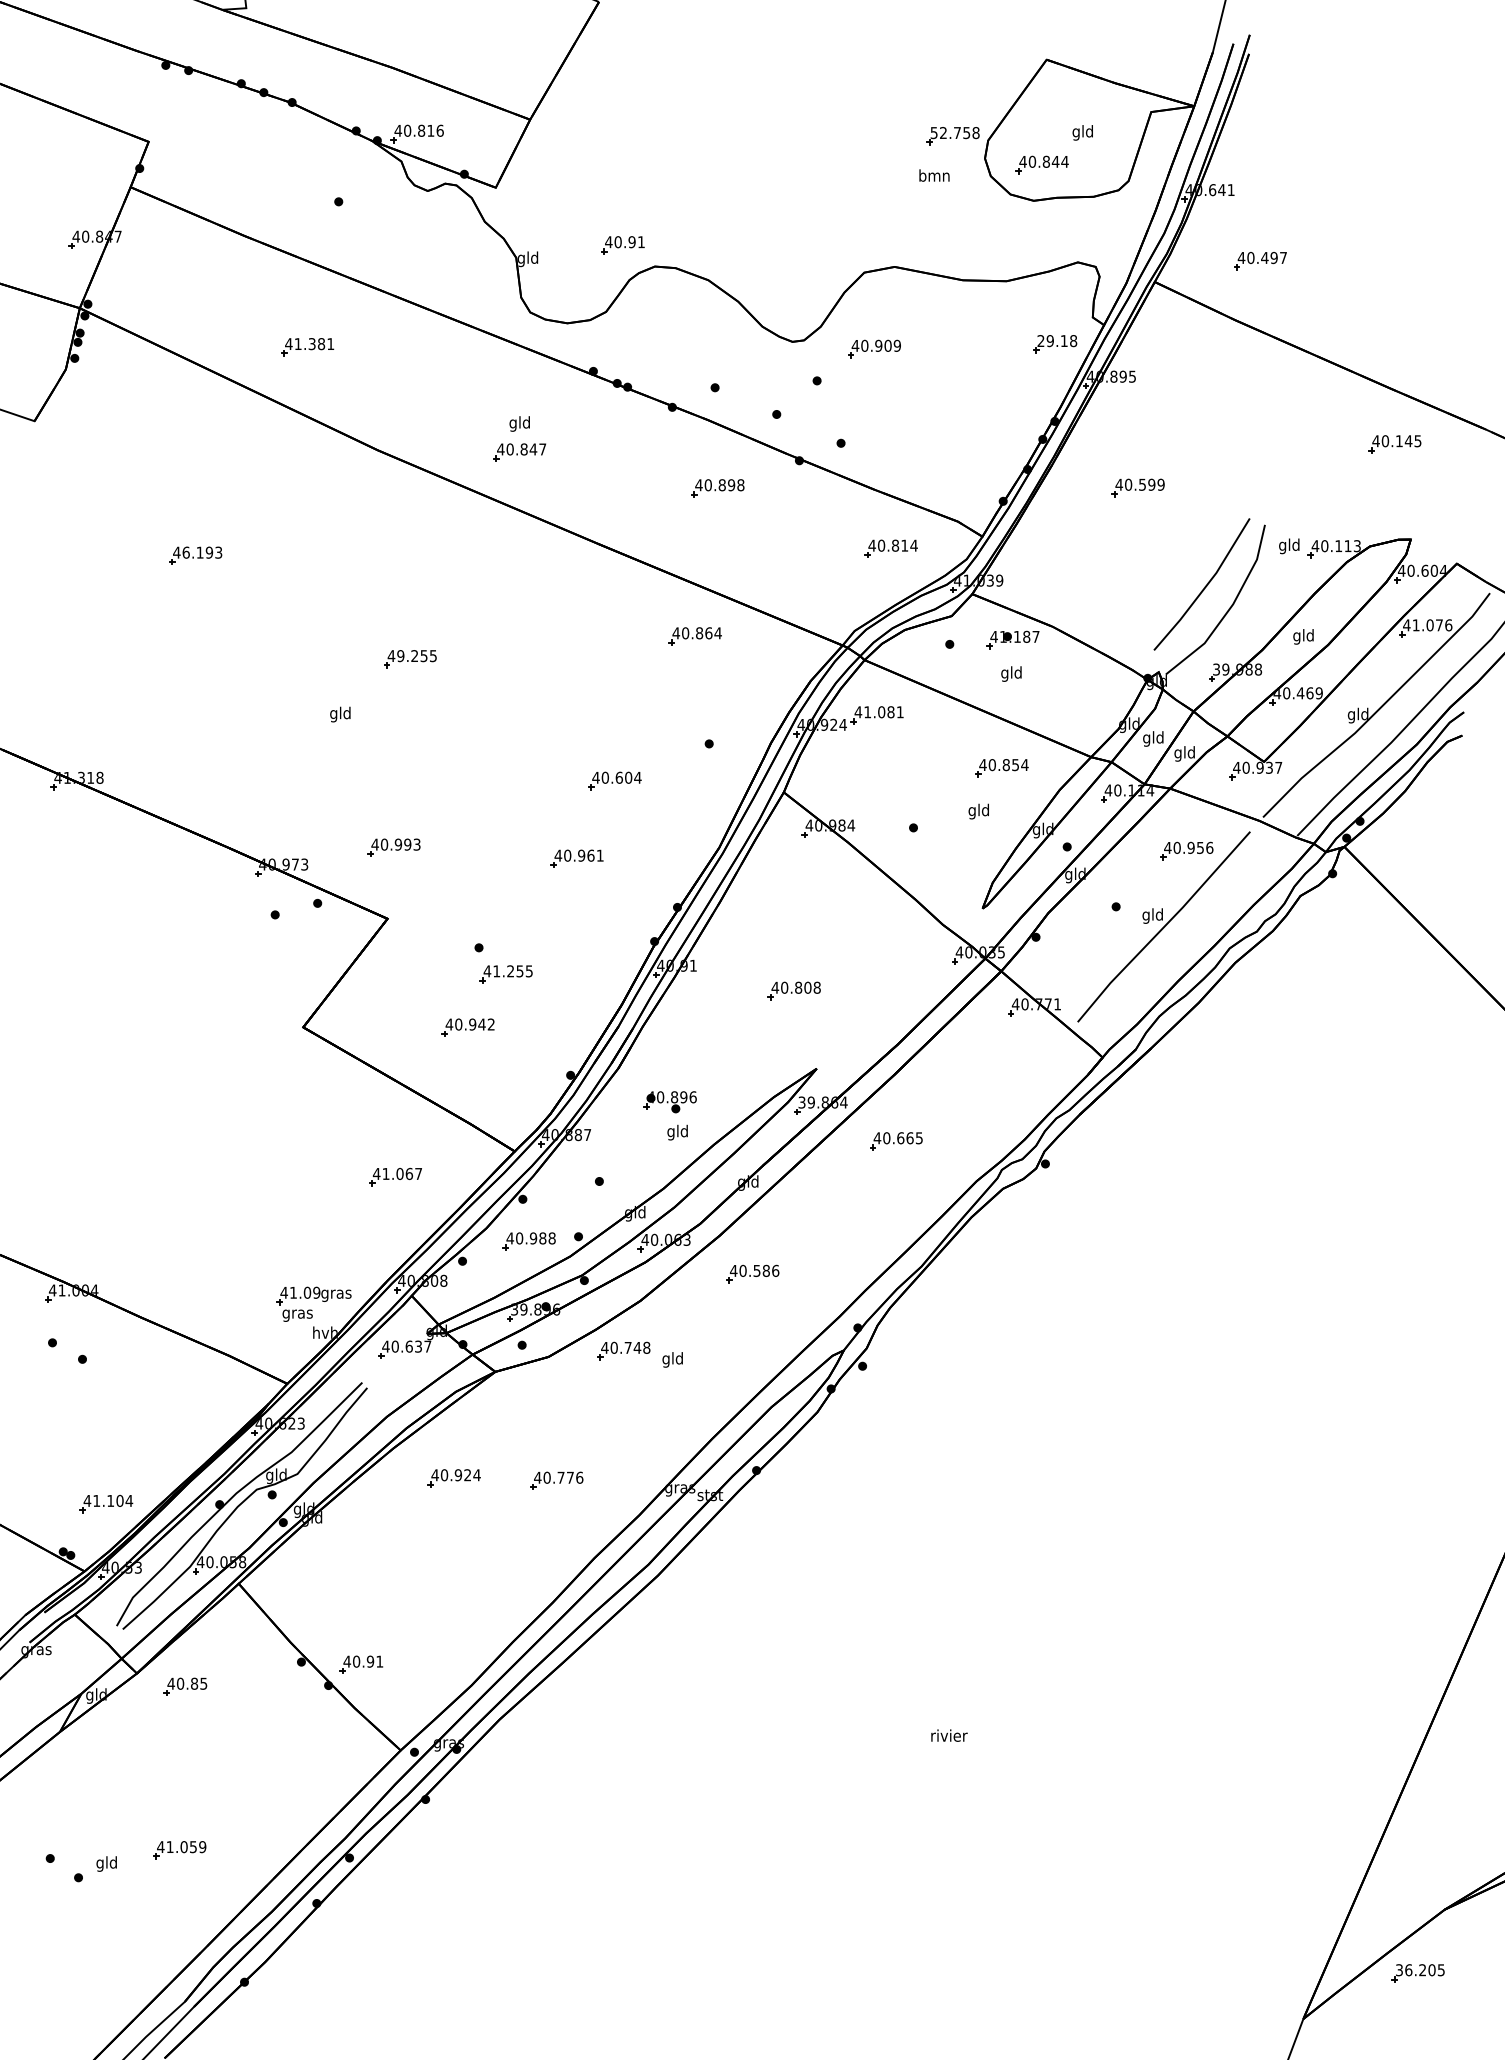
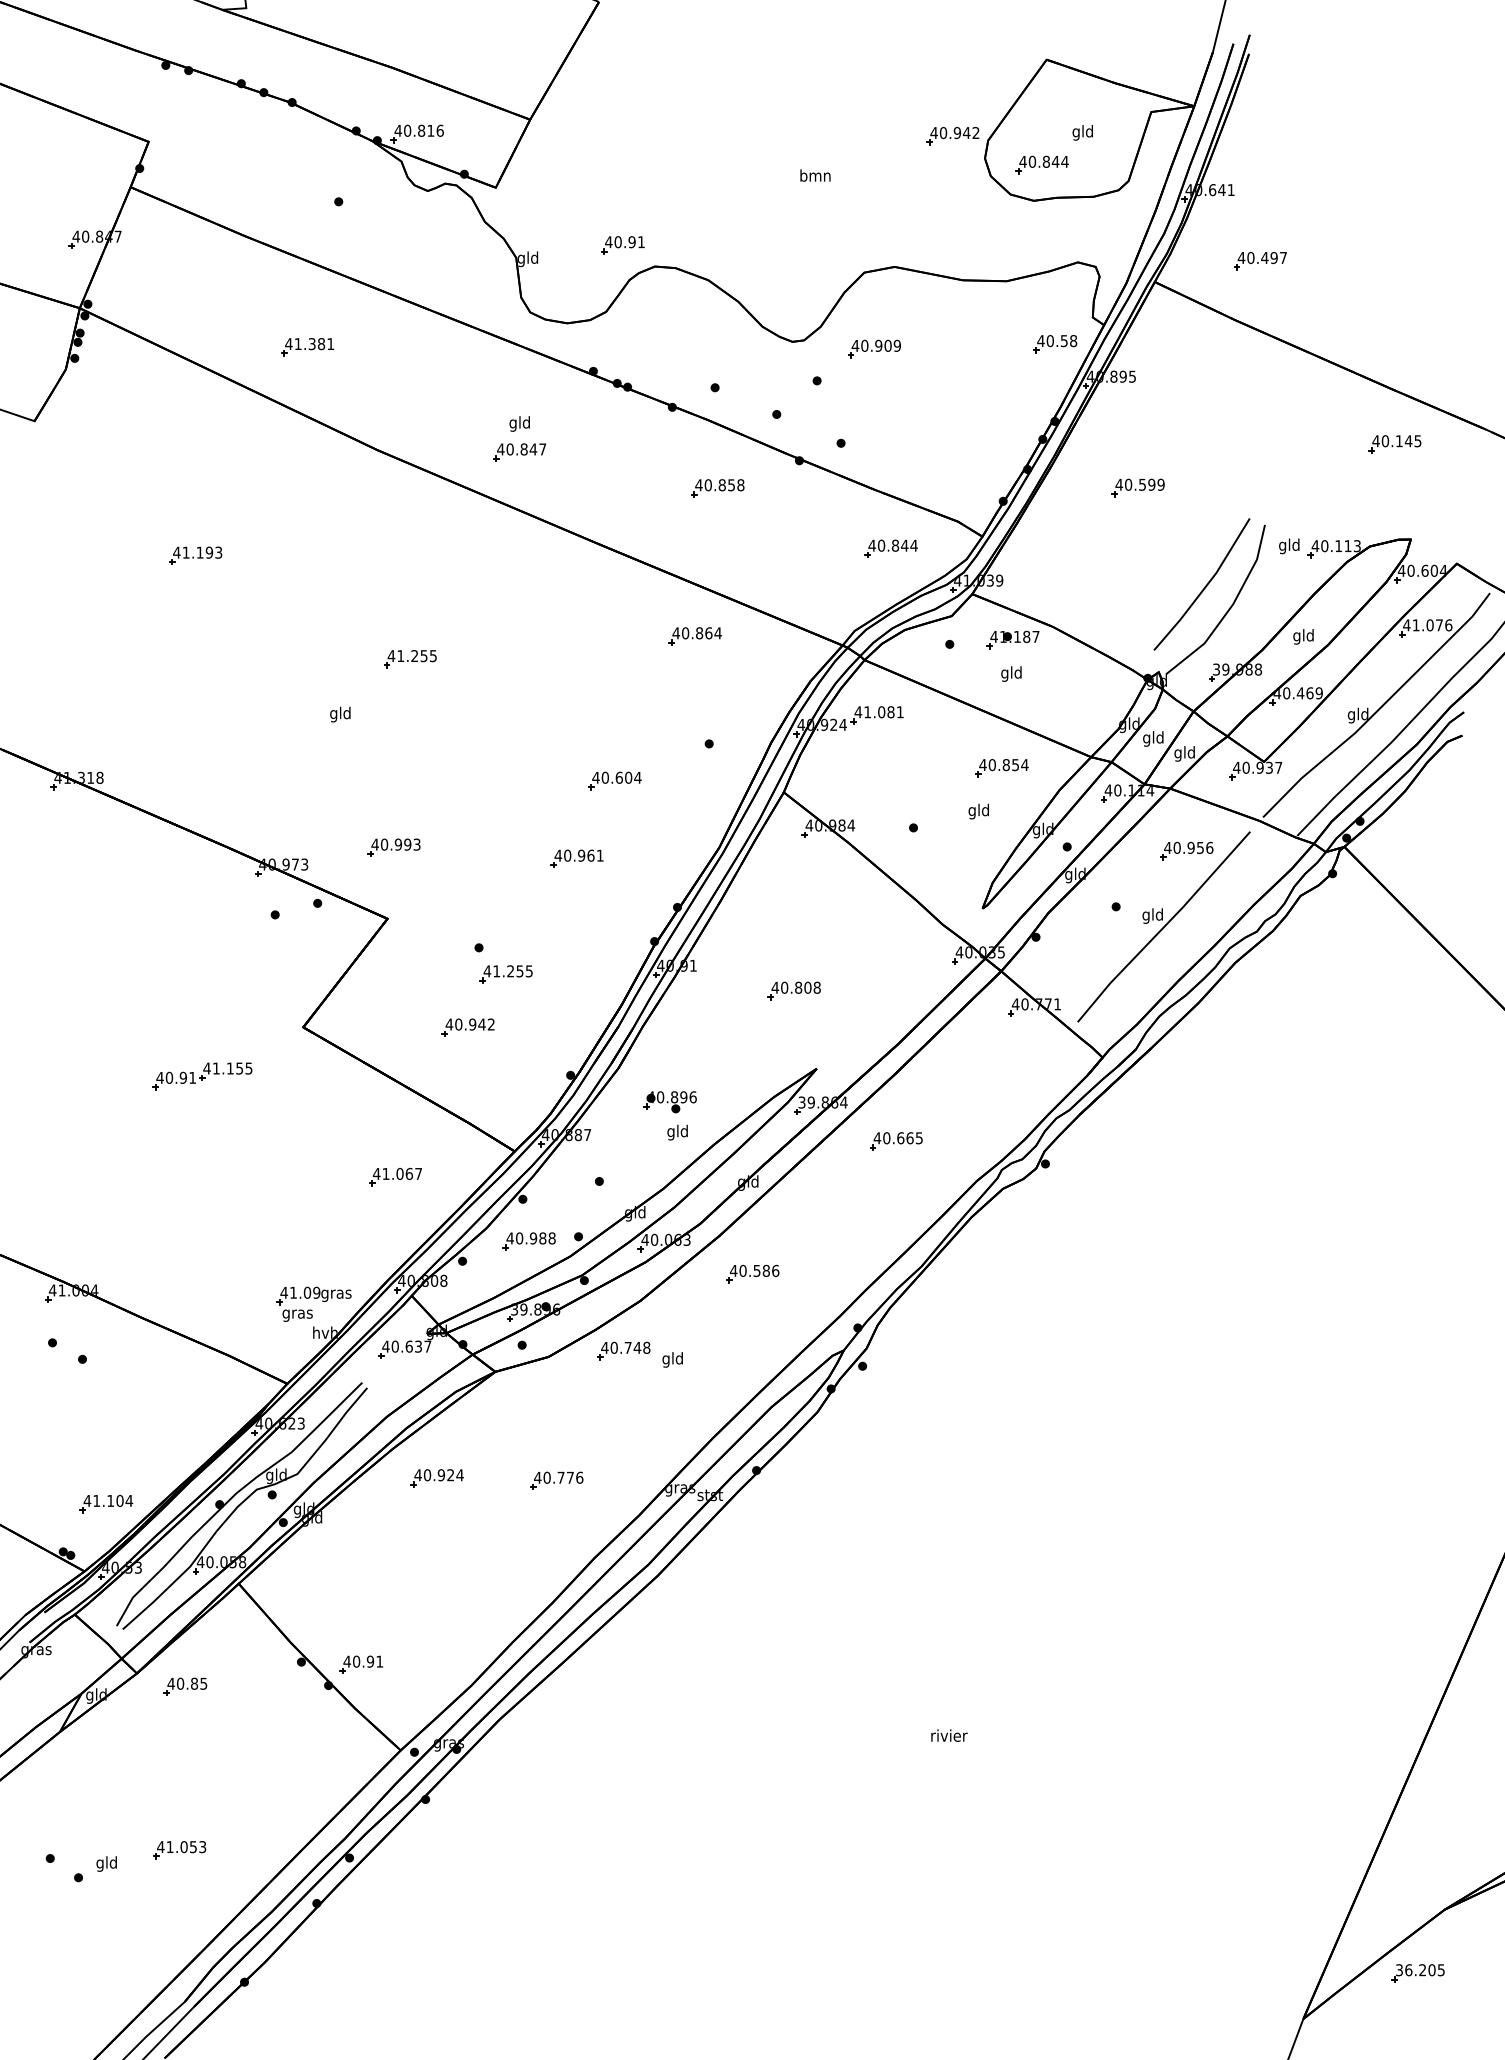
text at (954, 133): 52.758 -> 40.942
text at (934, 175) position: (934, 175) -> (815, 175)
text at (1052, 341): 29.18 -> 40.58
text at (731, 484): 40.898 -> 40.858
text at (904, 545): 40.814 -> 40.844
text at (185, 552): 46.193 -> 41.193
text at (400, 656): 49.255 -> 41.255
part at (202, 1076): none -> present
part at (453, 1478) position: (453, 1478) -> (436, 1478)
text at (202, 1846): 41.059 -> 41.053
